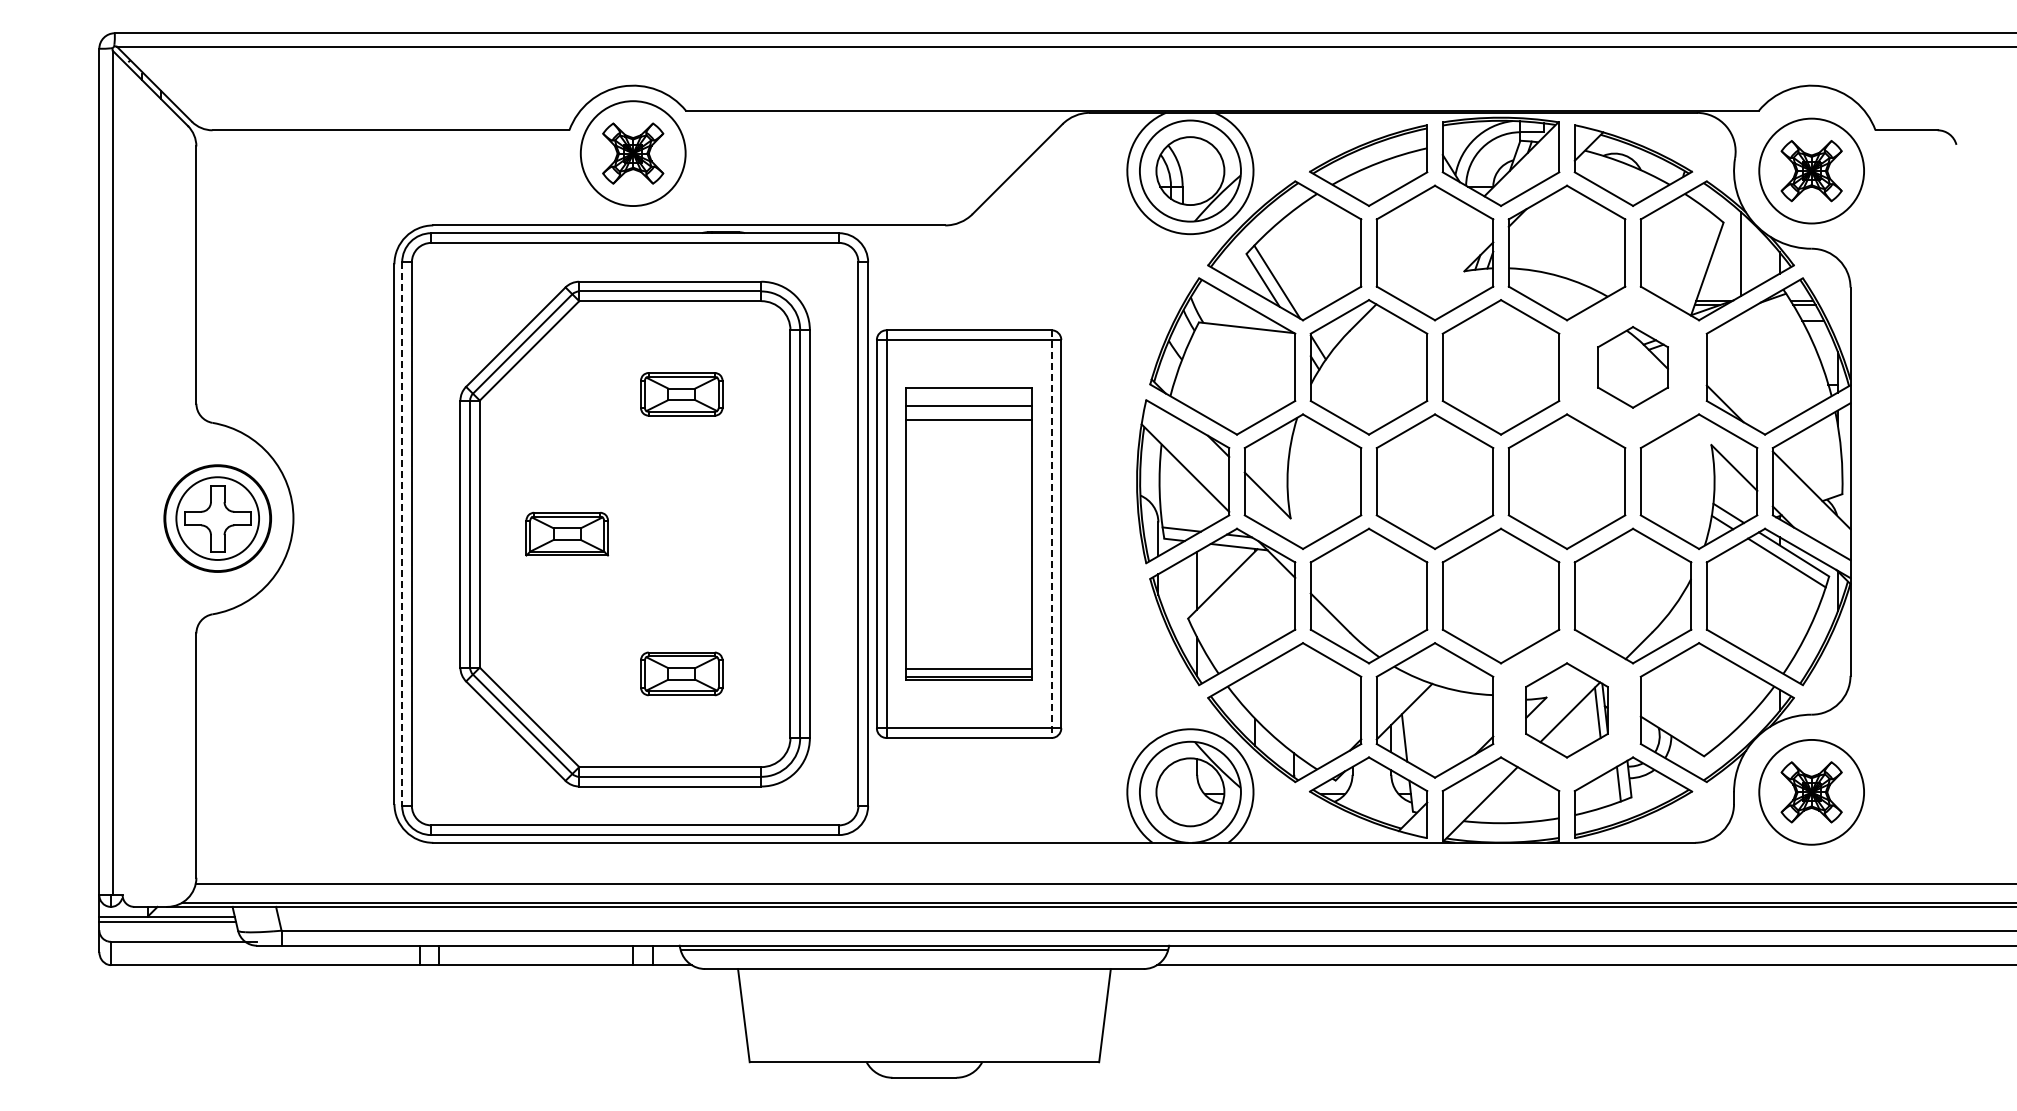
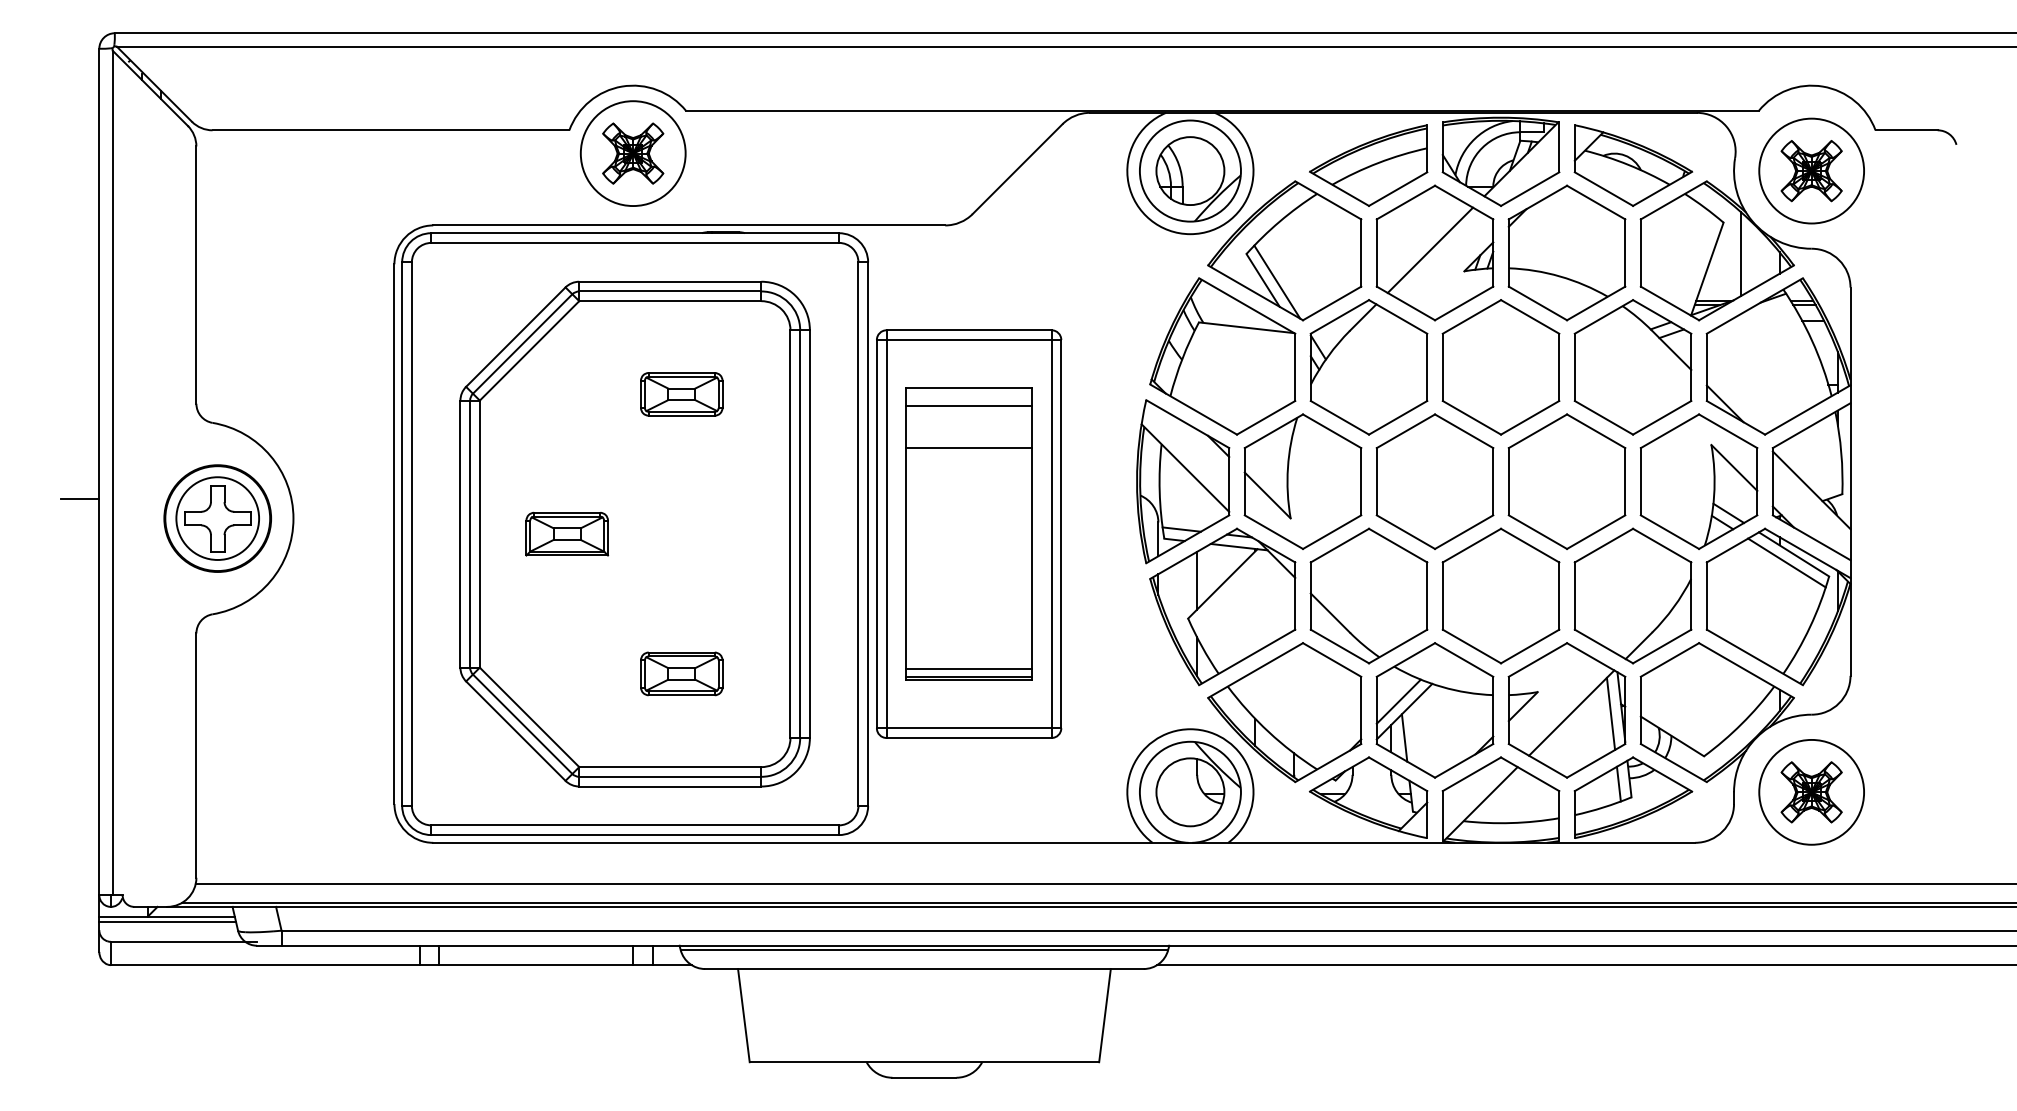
line at (1430, 249): none -> present
part at (1632, 367) size: 72x83 px -> 120x137 px
line at (969, 420) position: (969, 420) -> (969, 448)
line at (79, 499): none -> present
line at (402, 534): dashed -> solid
line at (1051, 534): dashed -> solid
line at (1398, 701): none -> present
part at (1566, 710) size: 84x97 px -> 120x137 px
